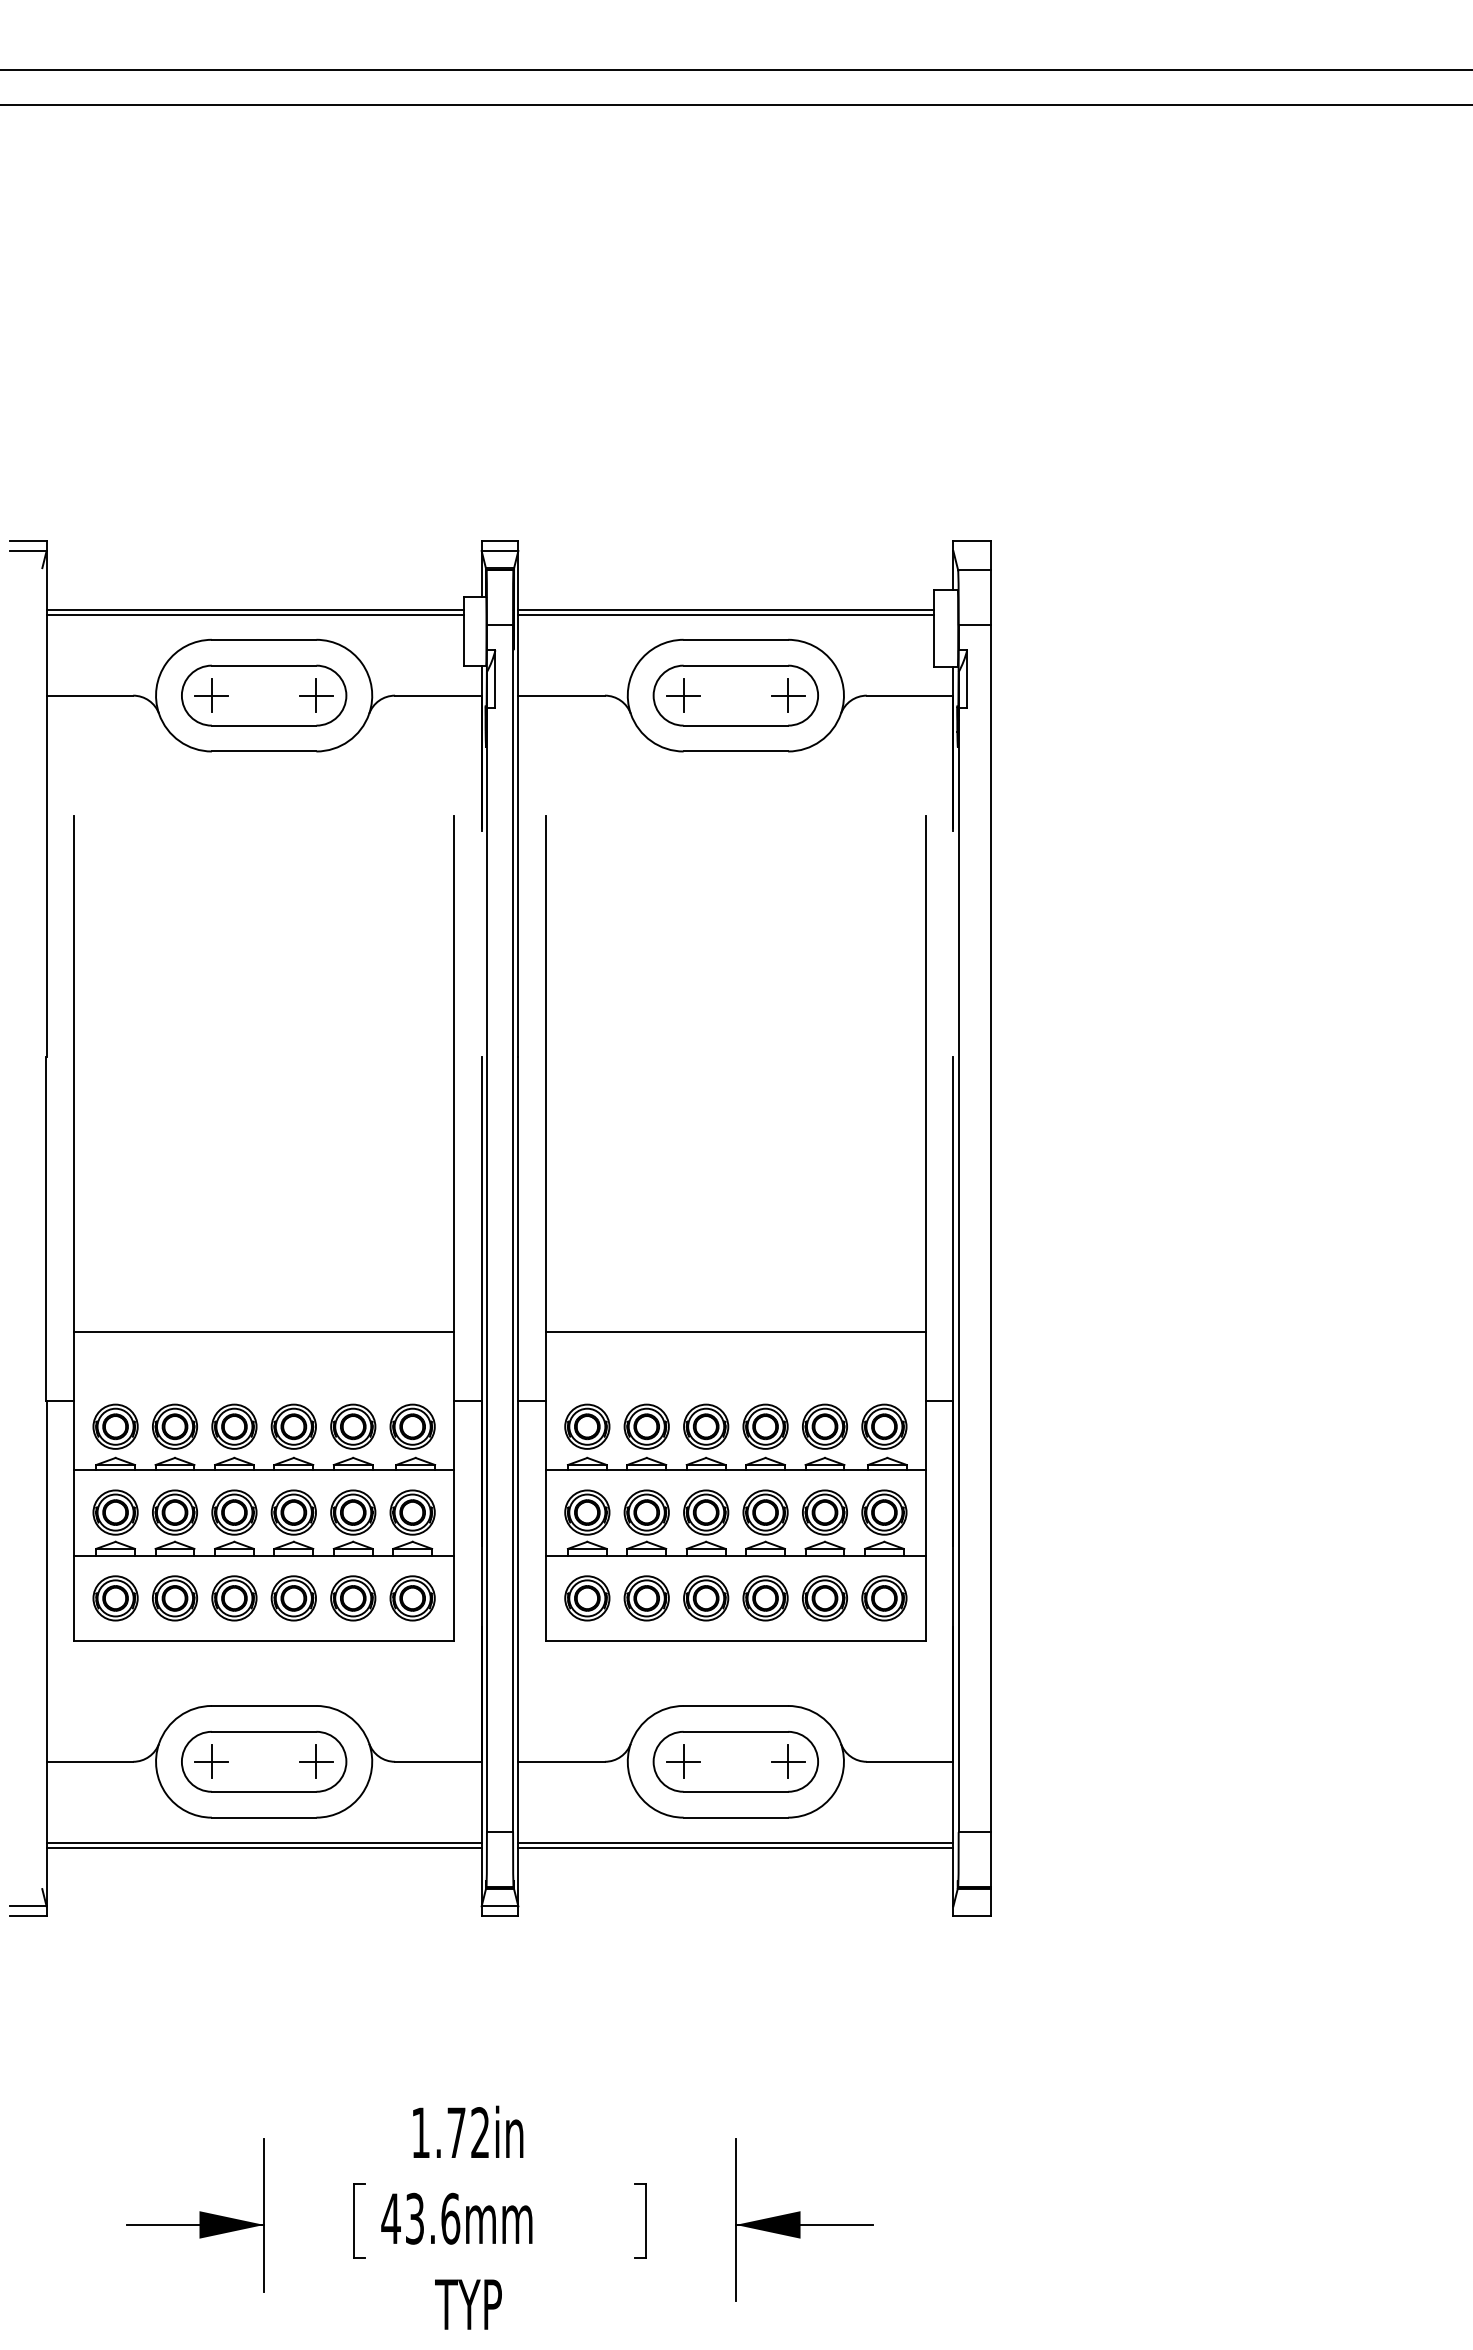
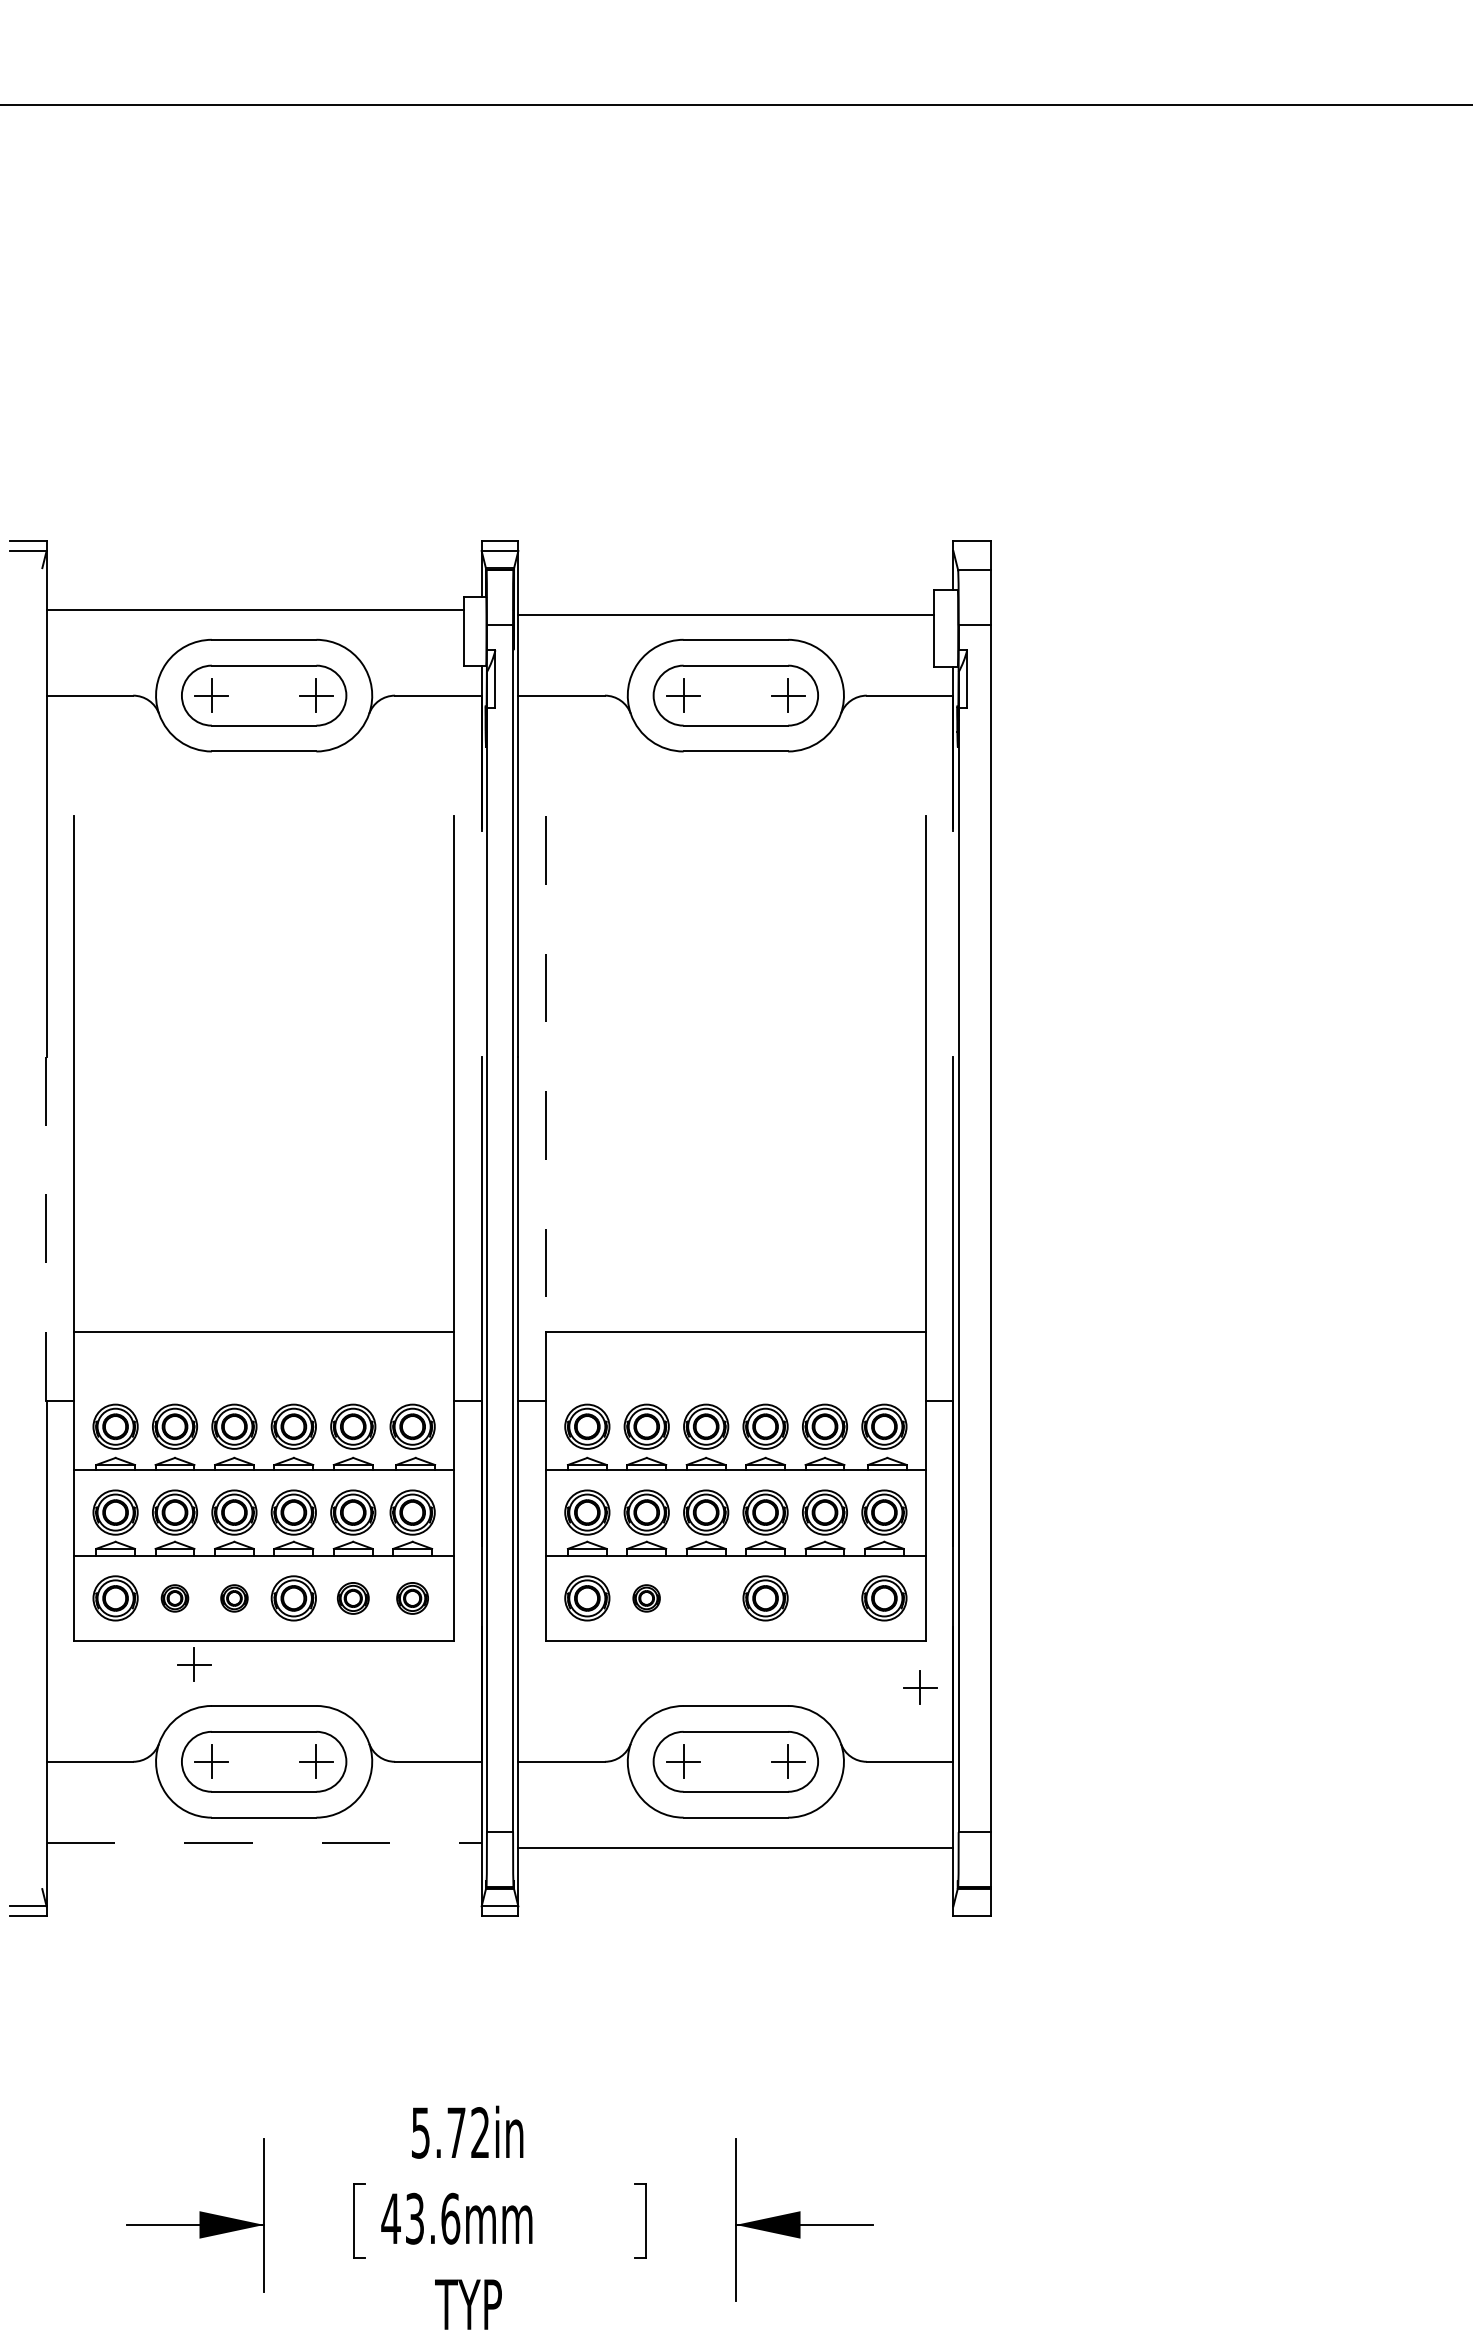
line at (735, 70): present -> none
line at (726, 609): present -> none
line at (255, 614): present -> none
line at (546, 1074): solid -> dashed
line at (46, 1228): solid -> dashed
part at (174, 1598) size: 46x47 px -> 30x29 px
part at (234, 1598) size: 47x47 px -> 29x29 px
part at (353, 1598) size: 47x47 px -> 33x33 px
part at (412, 1598) size: 47x47 px -> 33x33 px
part at (646, 1598) size: 47x47 px -> 29x29 px
part at (706, 1598): present -> none
part at (824, 1598): present -> none
part at (194, 1664): none -> present
part at (920, 1687): none -> present
line at (264, 1842): solid -> dashed
line at (735, 1842): present -> none
line at (263, 1847): present -> none
text at (420, 2132): 1.72in -> 5.72in
